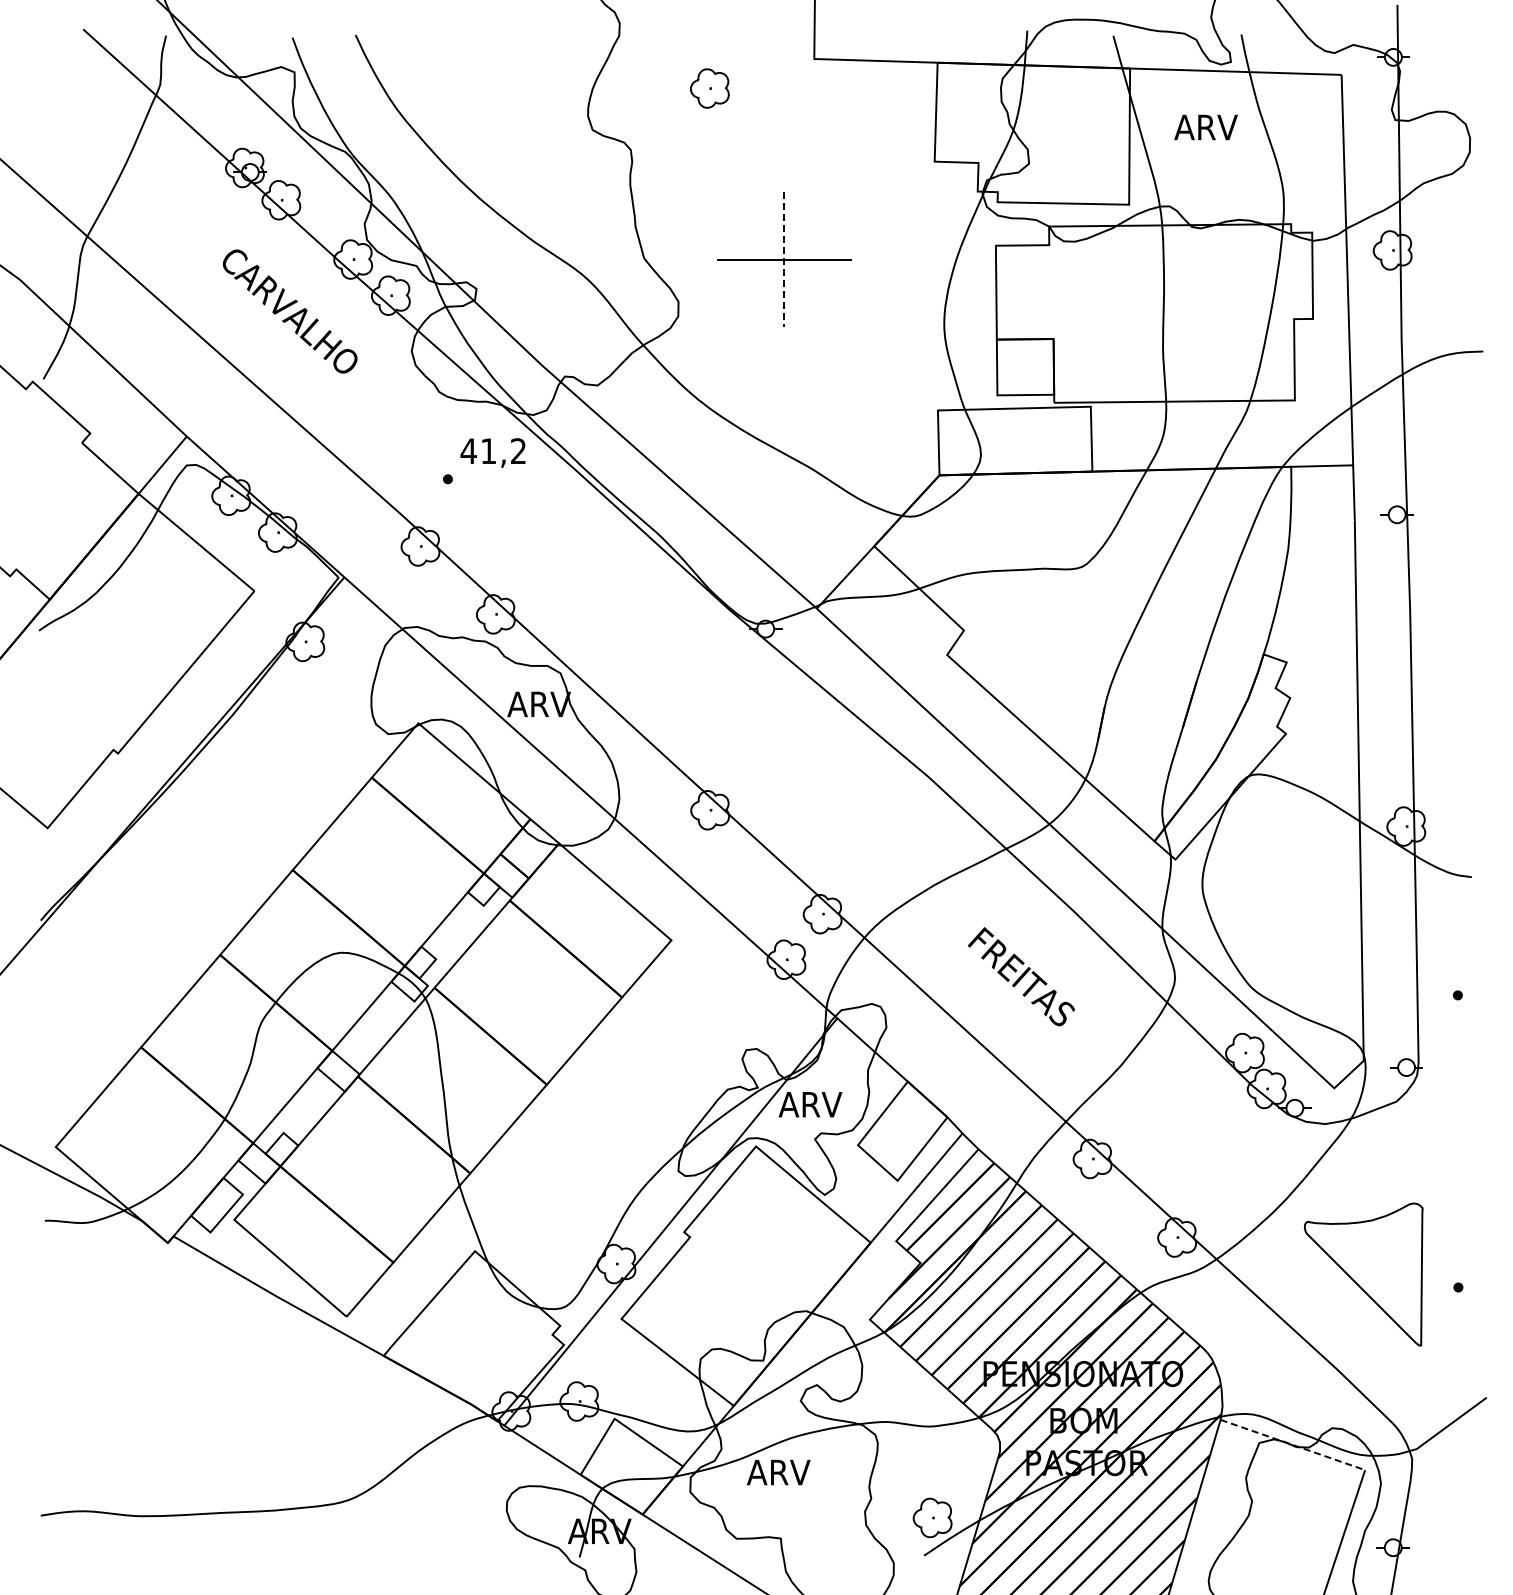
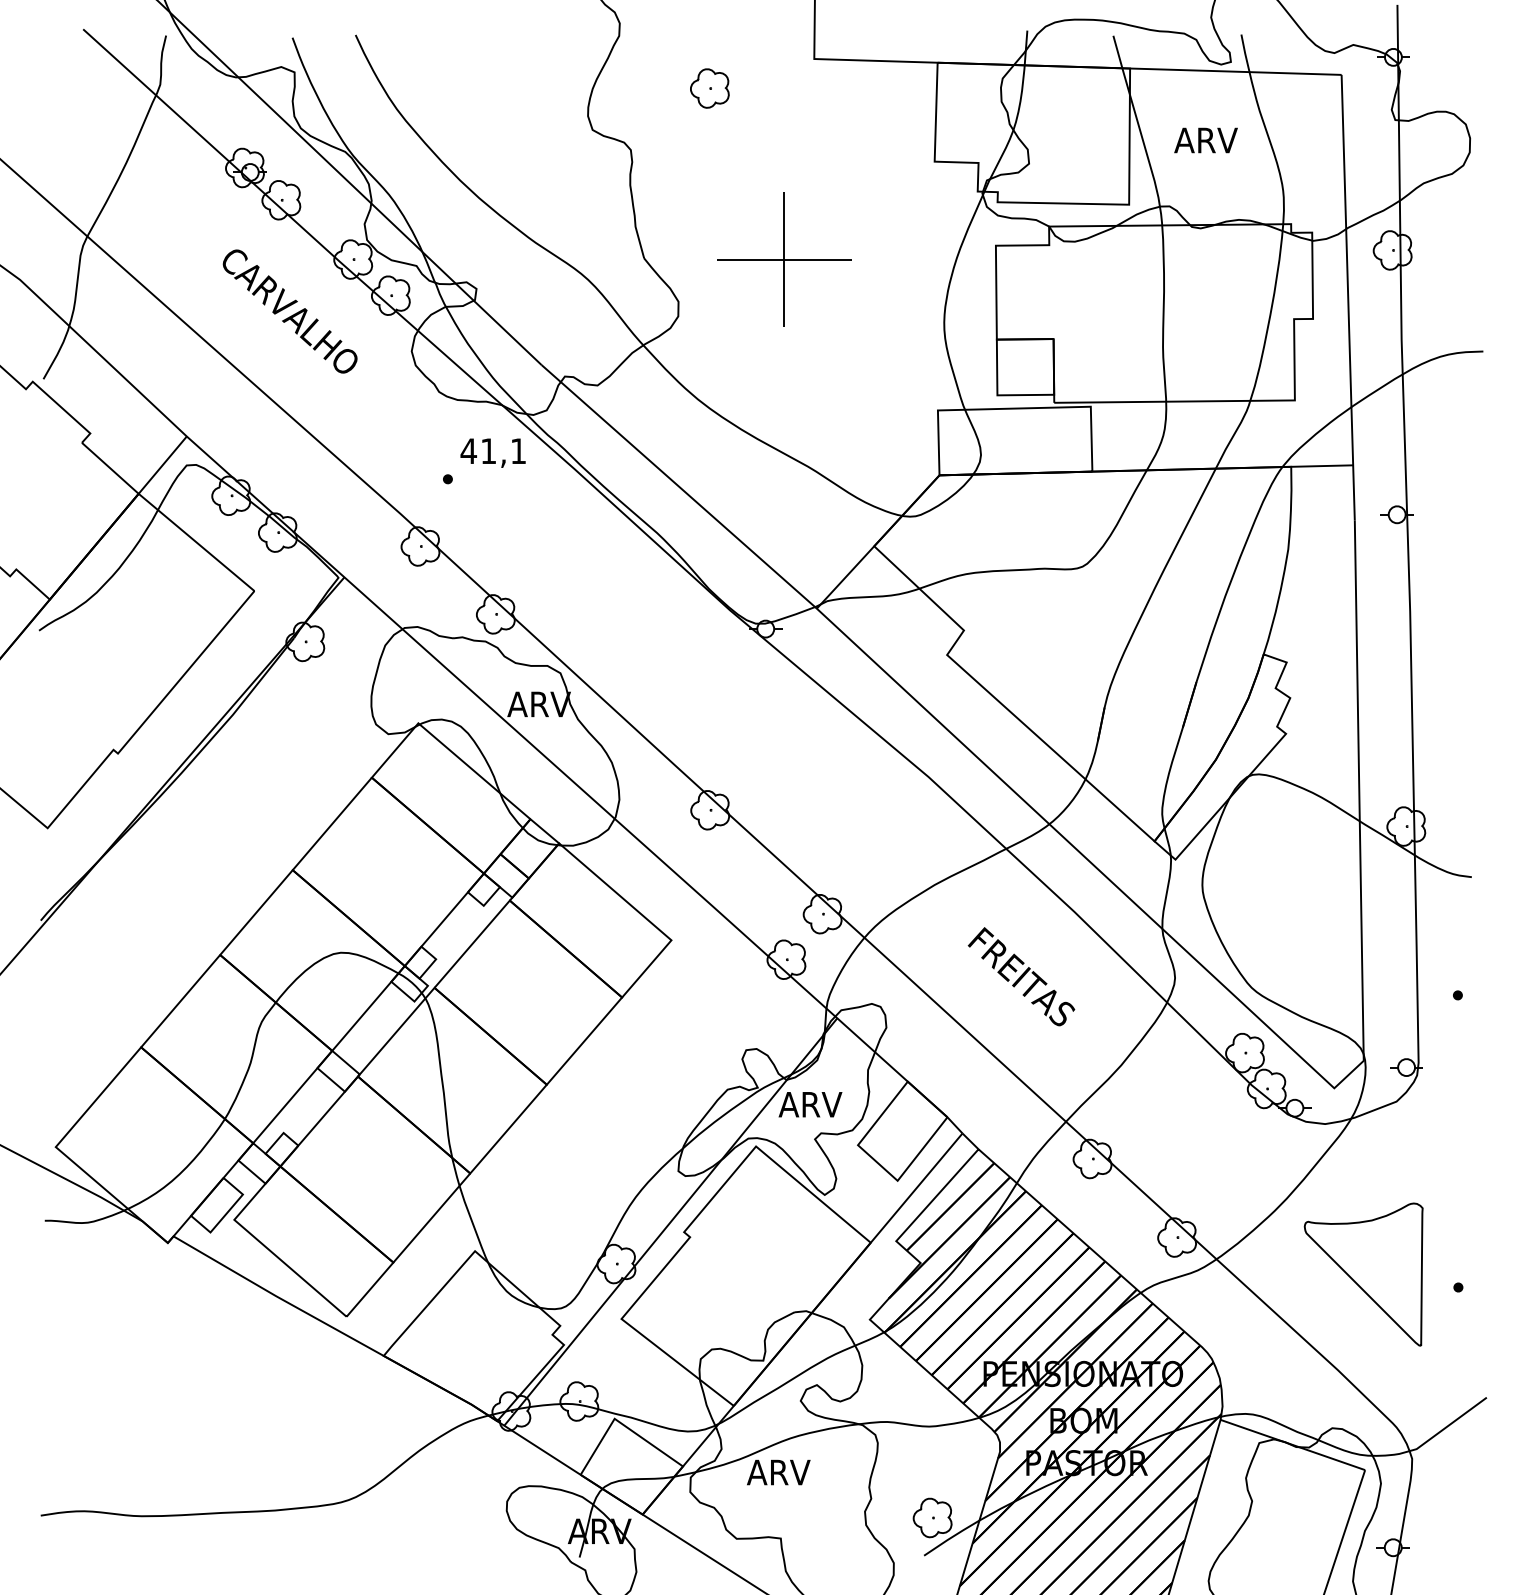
text at (1205, 127) position: (1205, 127) -> (1205, 140)
line at (784, 259): dashed -> solid
text at (518, 450): 41,2 -> 41,1
line at (1292, 1445): dashed -> solid
